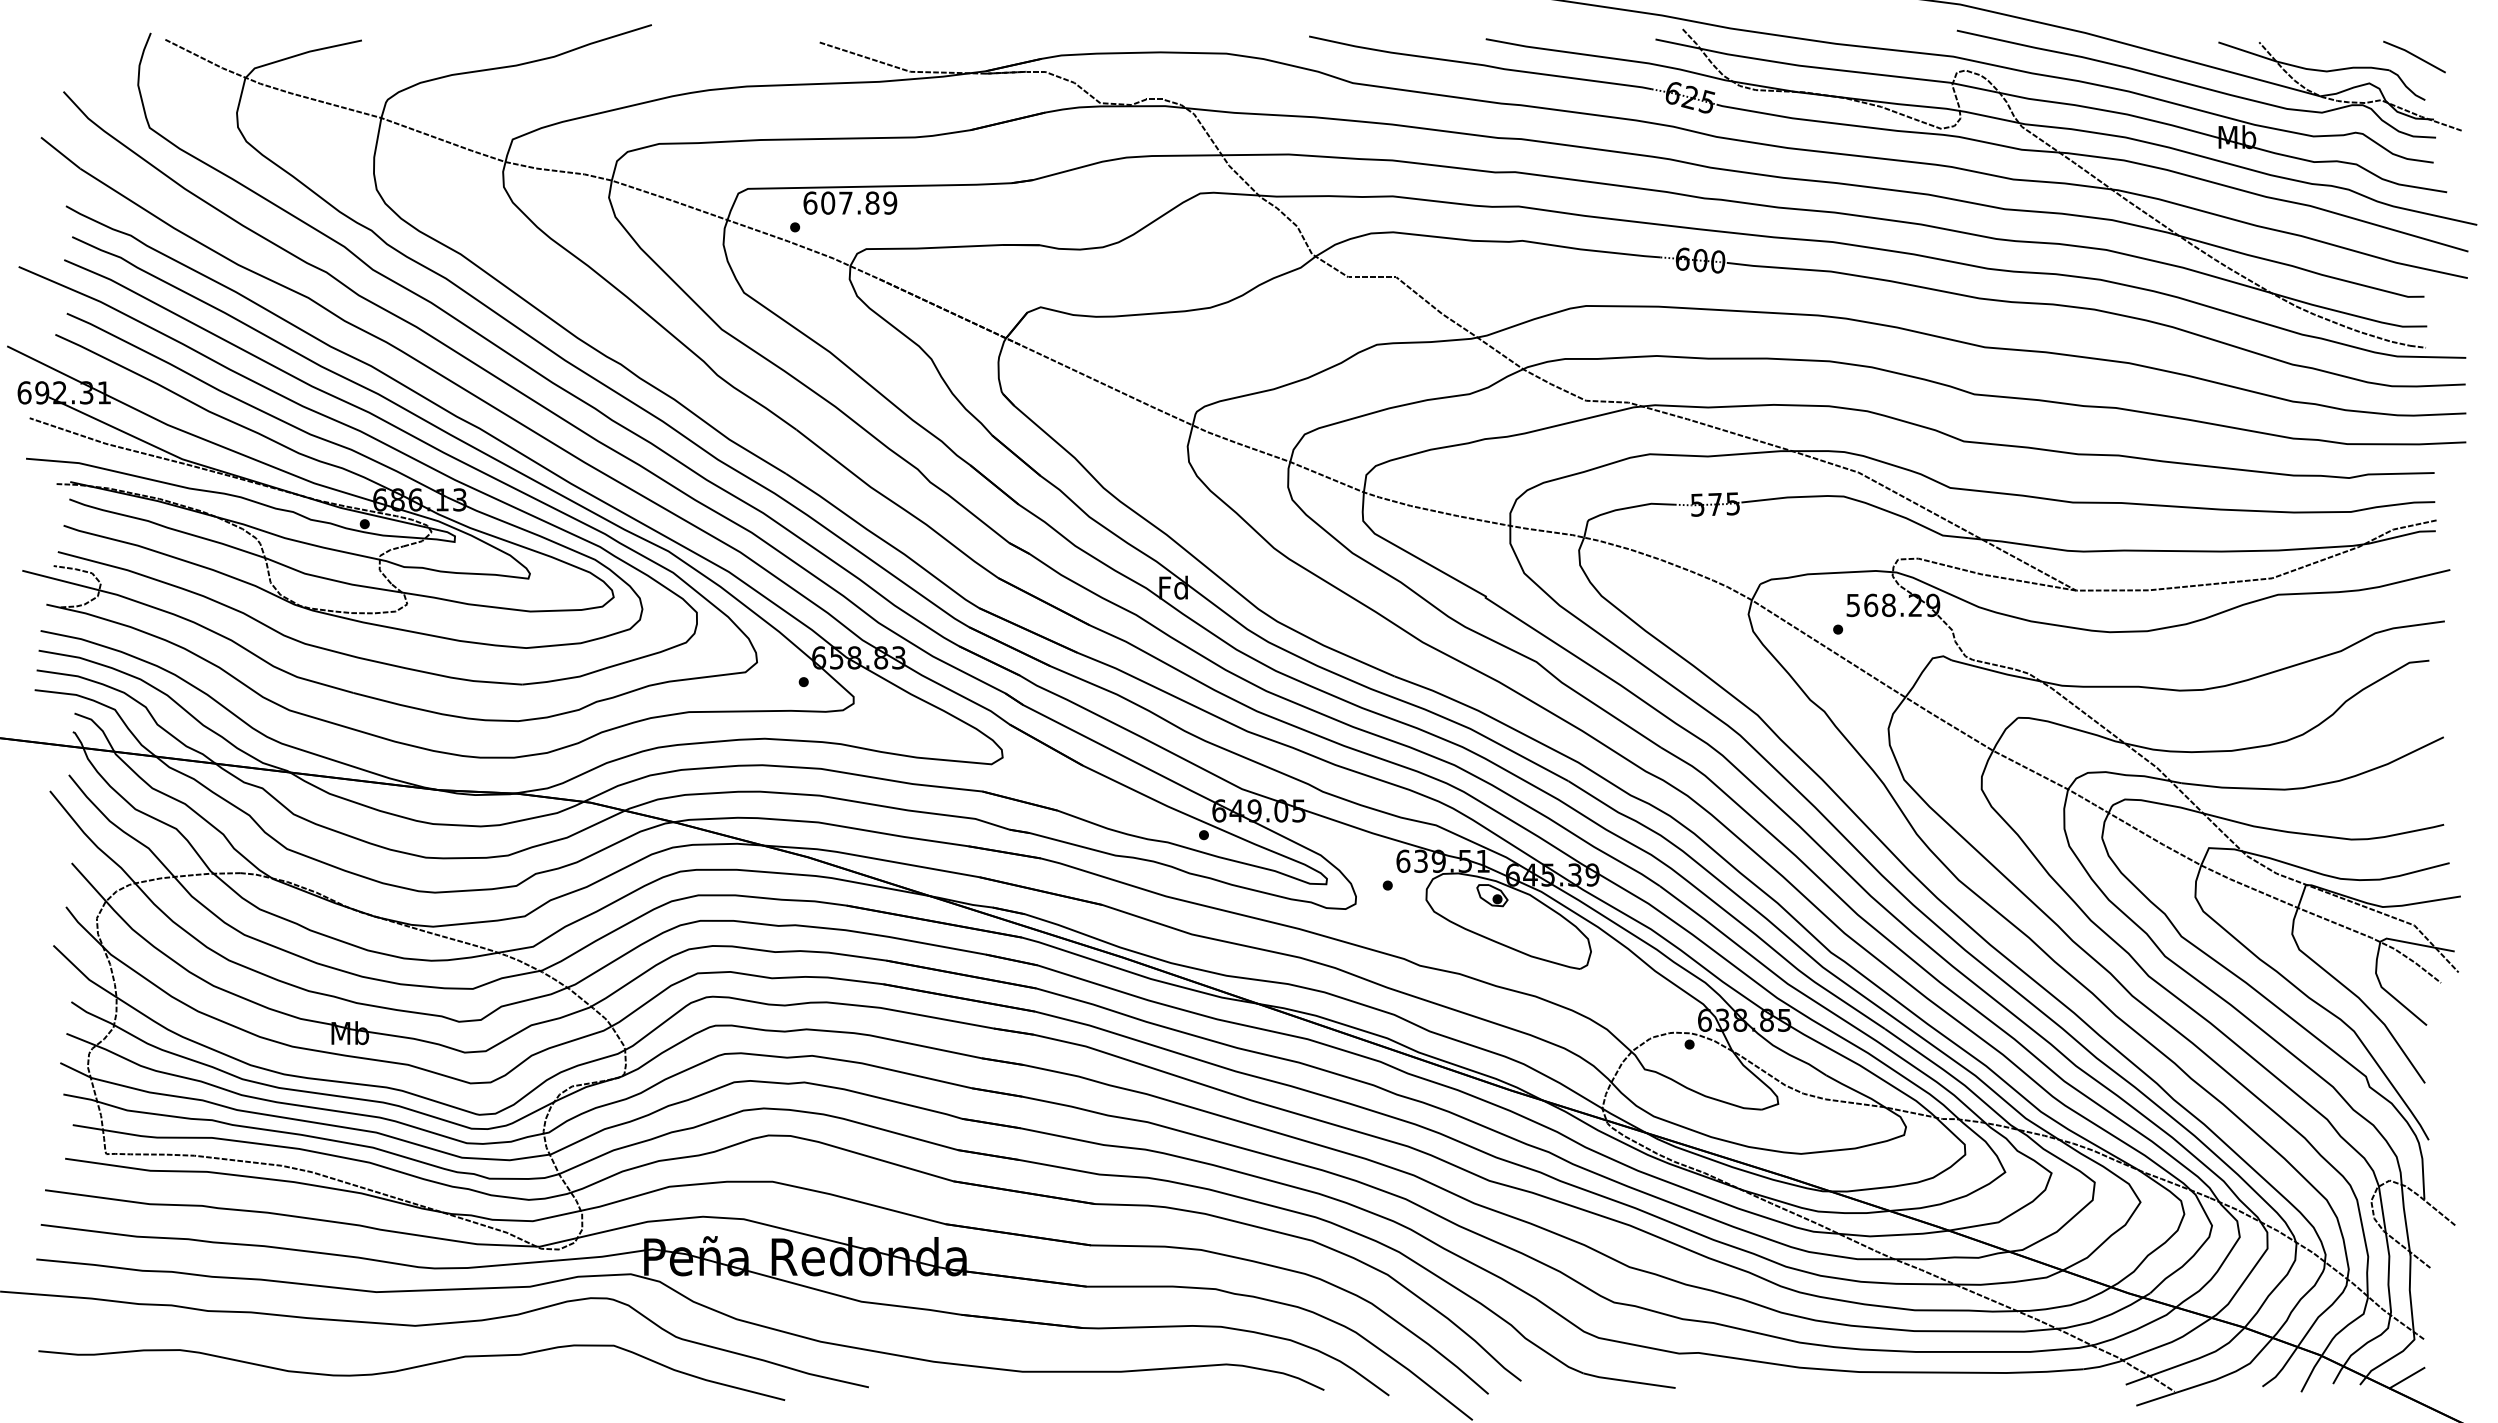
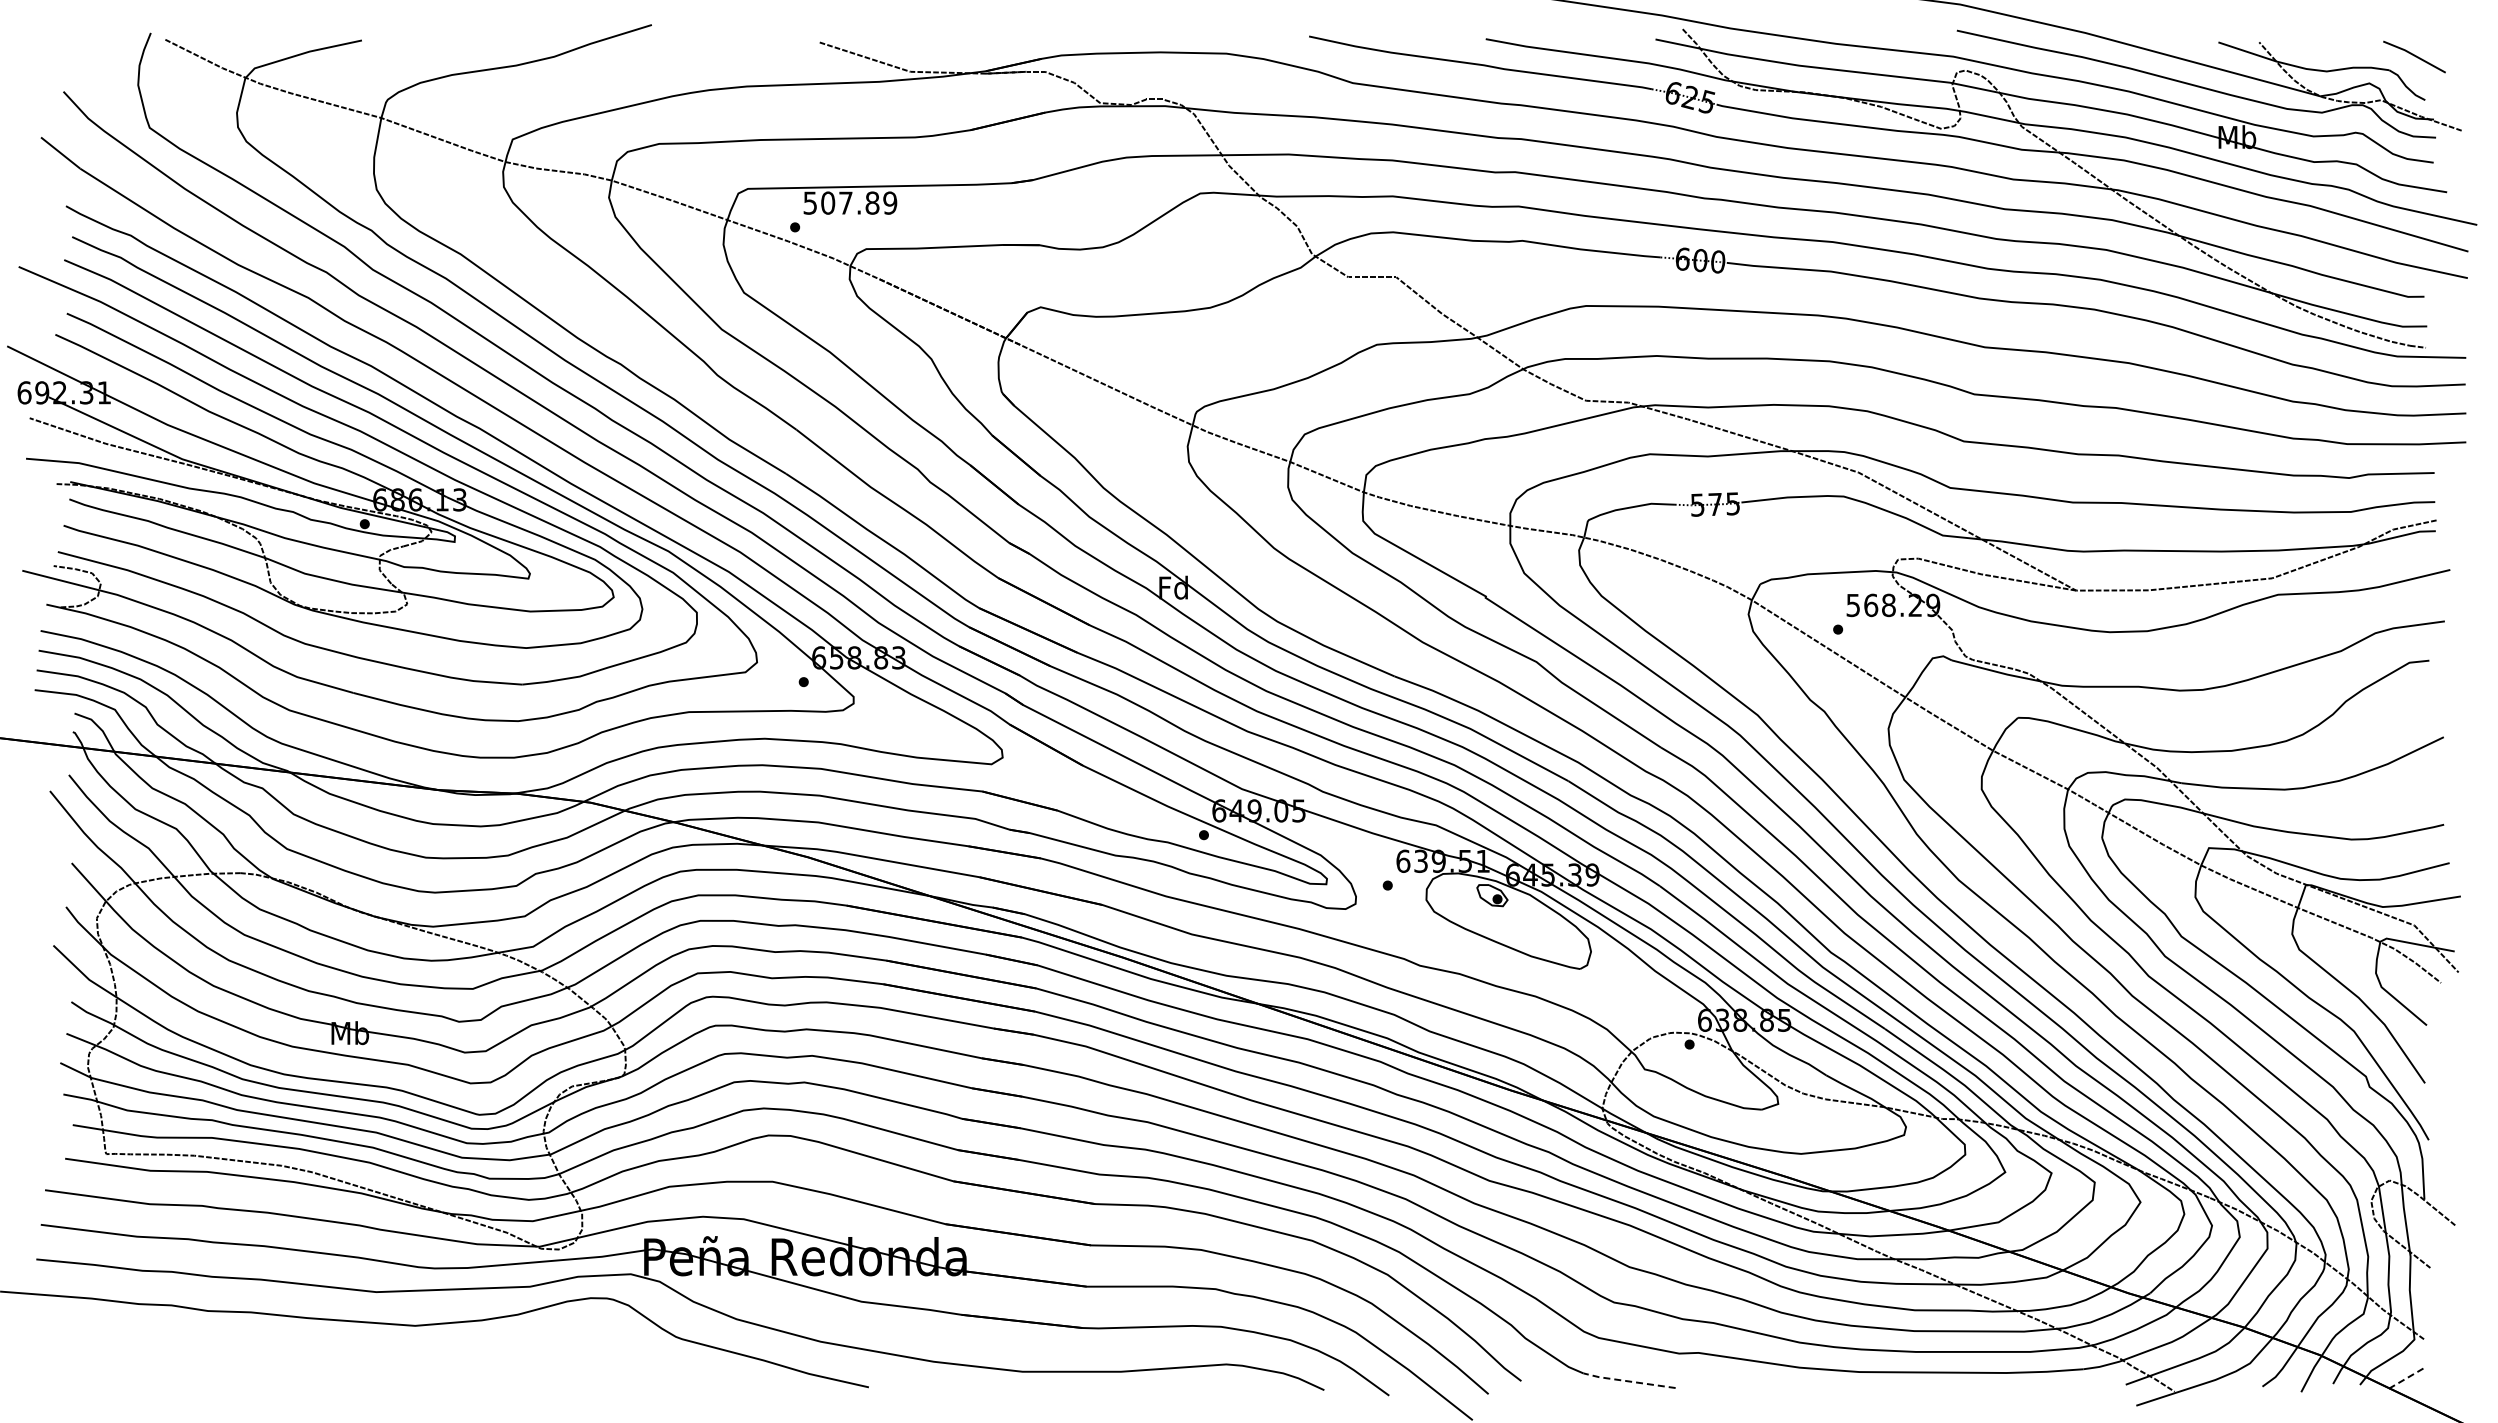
text at (810, 202): 607.89 -> 507.89
curve at (410, 1369): present -> none
line at (2407, 1377): solid -> dashed
line at (1628, 1381): solid -> dashed
